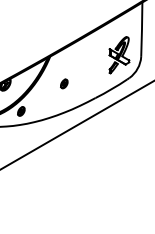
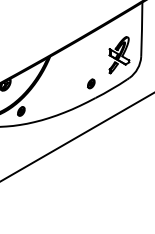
part at (64, 83) position: (64, 83) -> (91, 83)
line at (76, 125) position: (76, 125) -> (76, 137)
